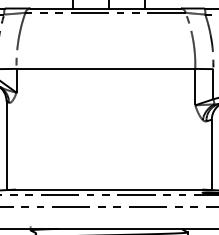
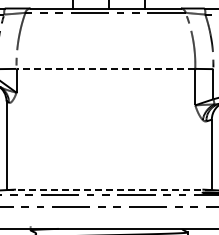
line at (105, 68): solid -> dashed
line at (109, 189): solid -> dashed
